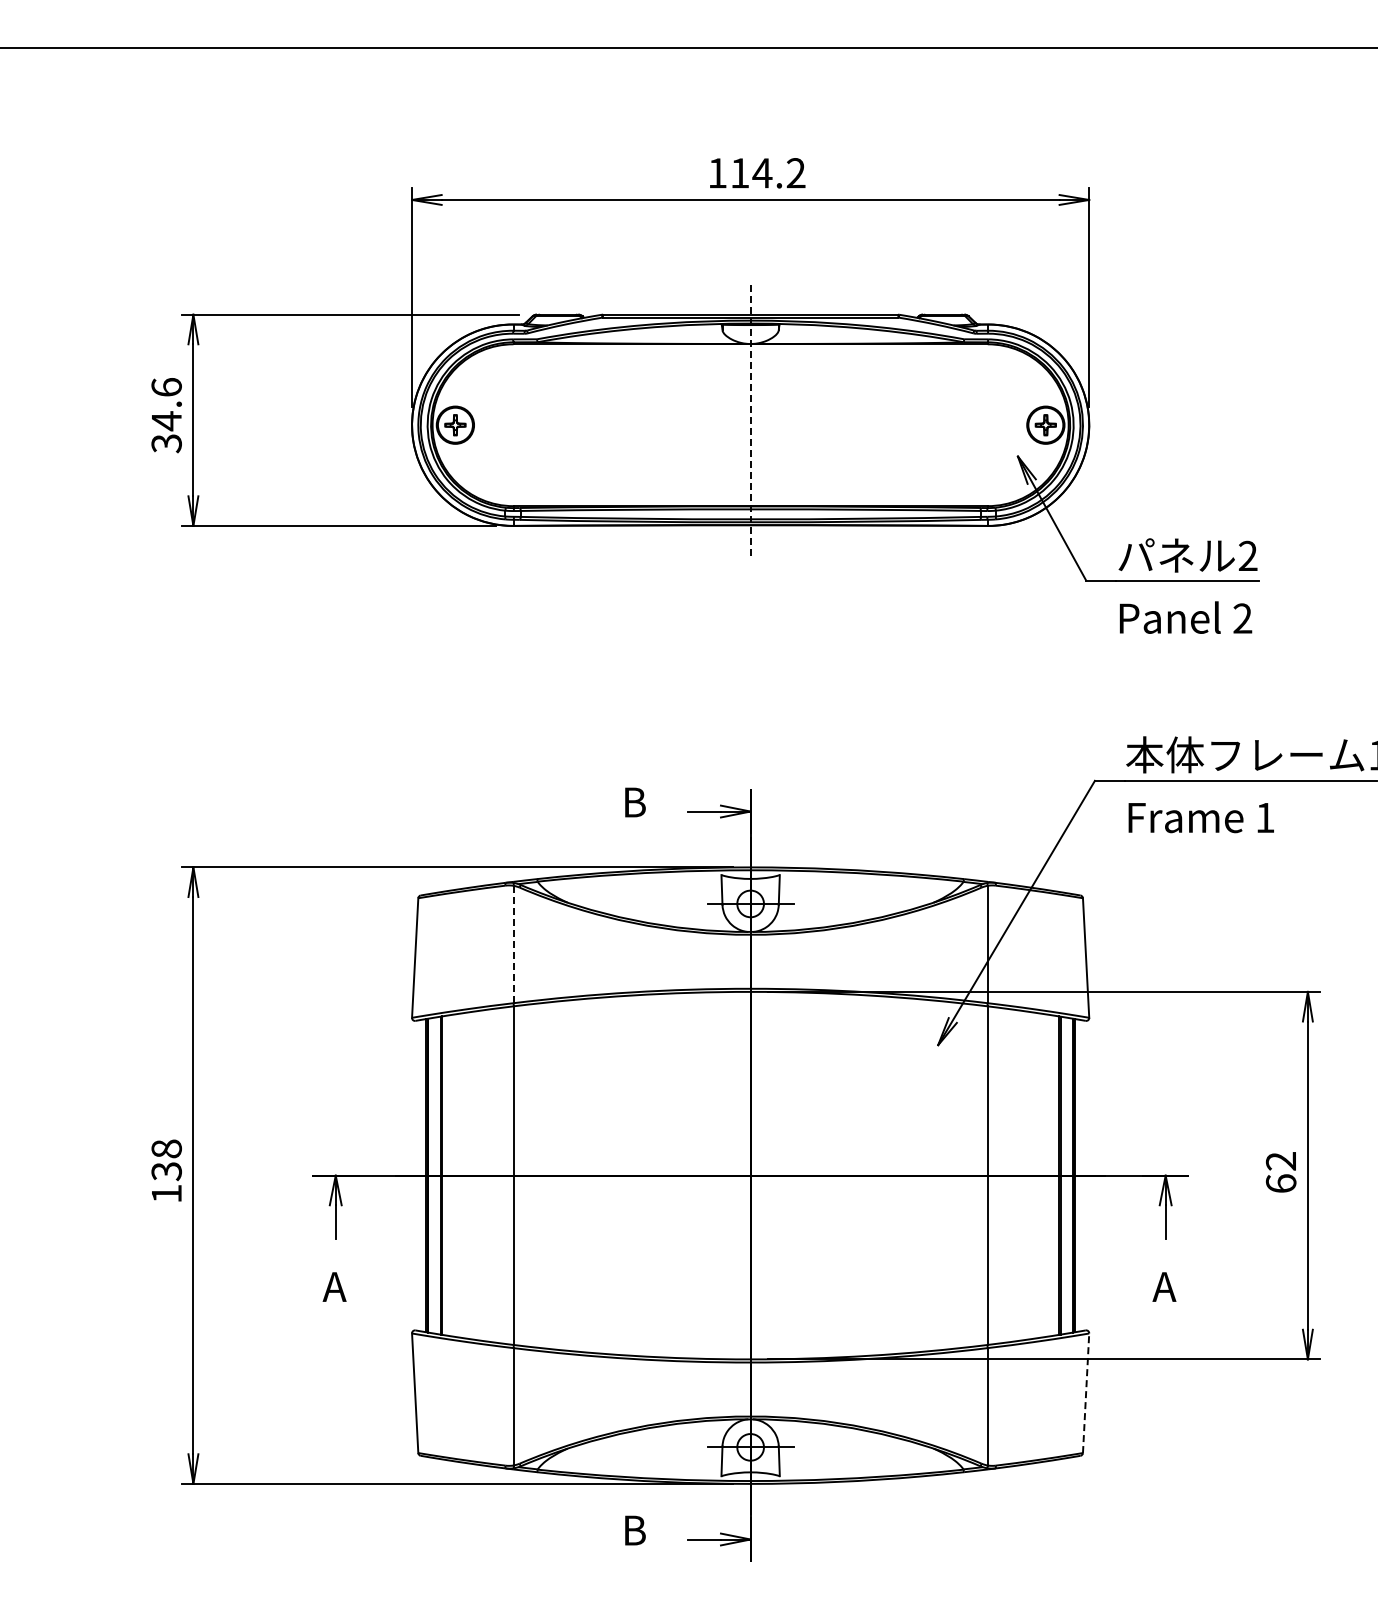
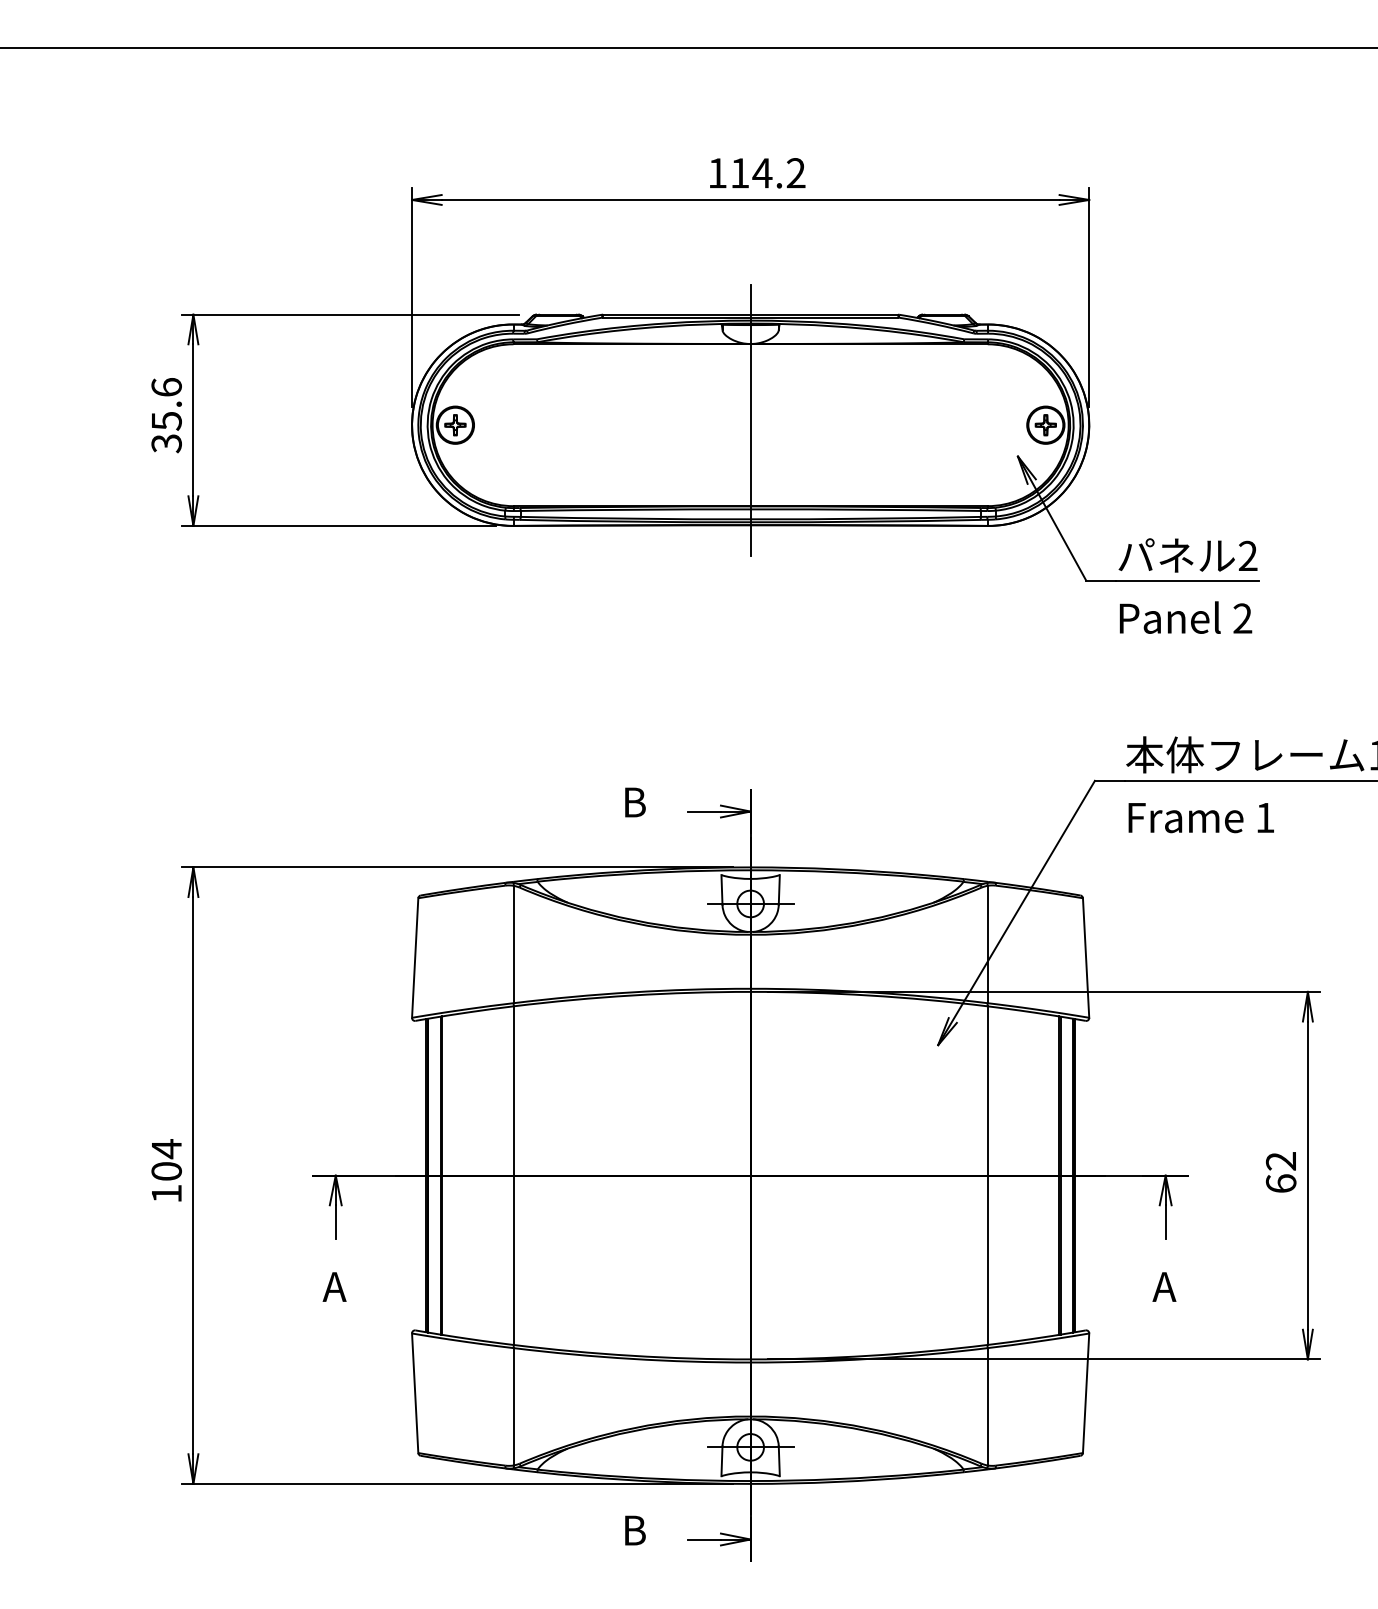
line at (750, 420): dashed -> solid
text at (166, 421): 34.6 -> 35.6
line at (513, 944): dashed -> solid
text at (166, 1160): 138 -> 104
line at (1086, 1393): dashed -> solid
